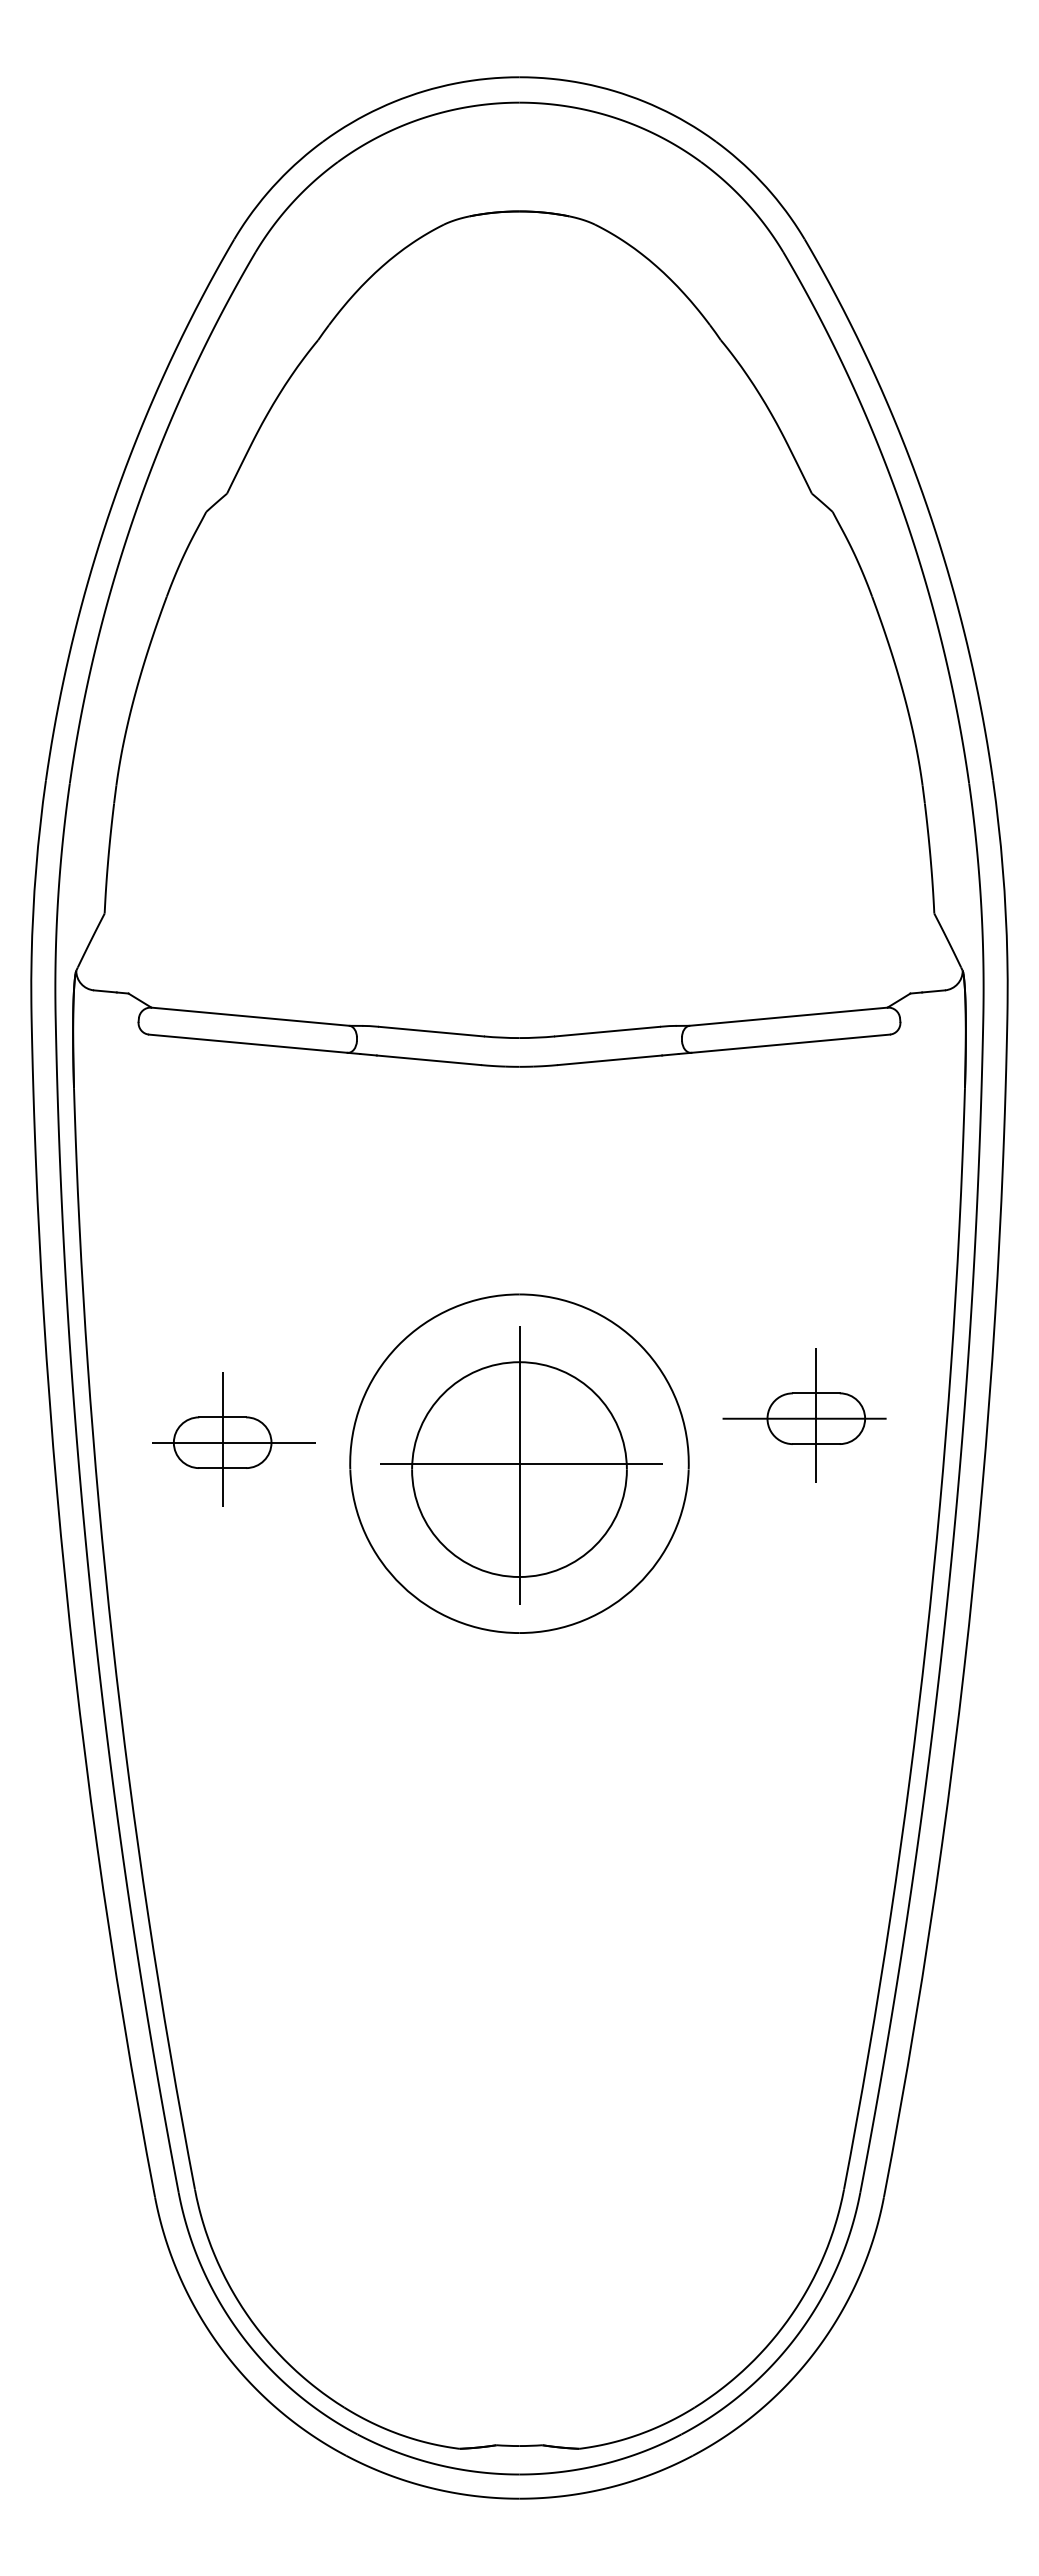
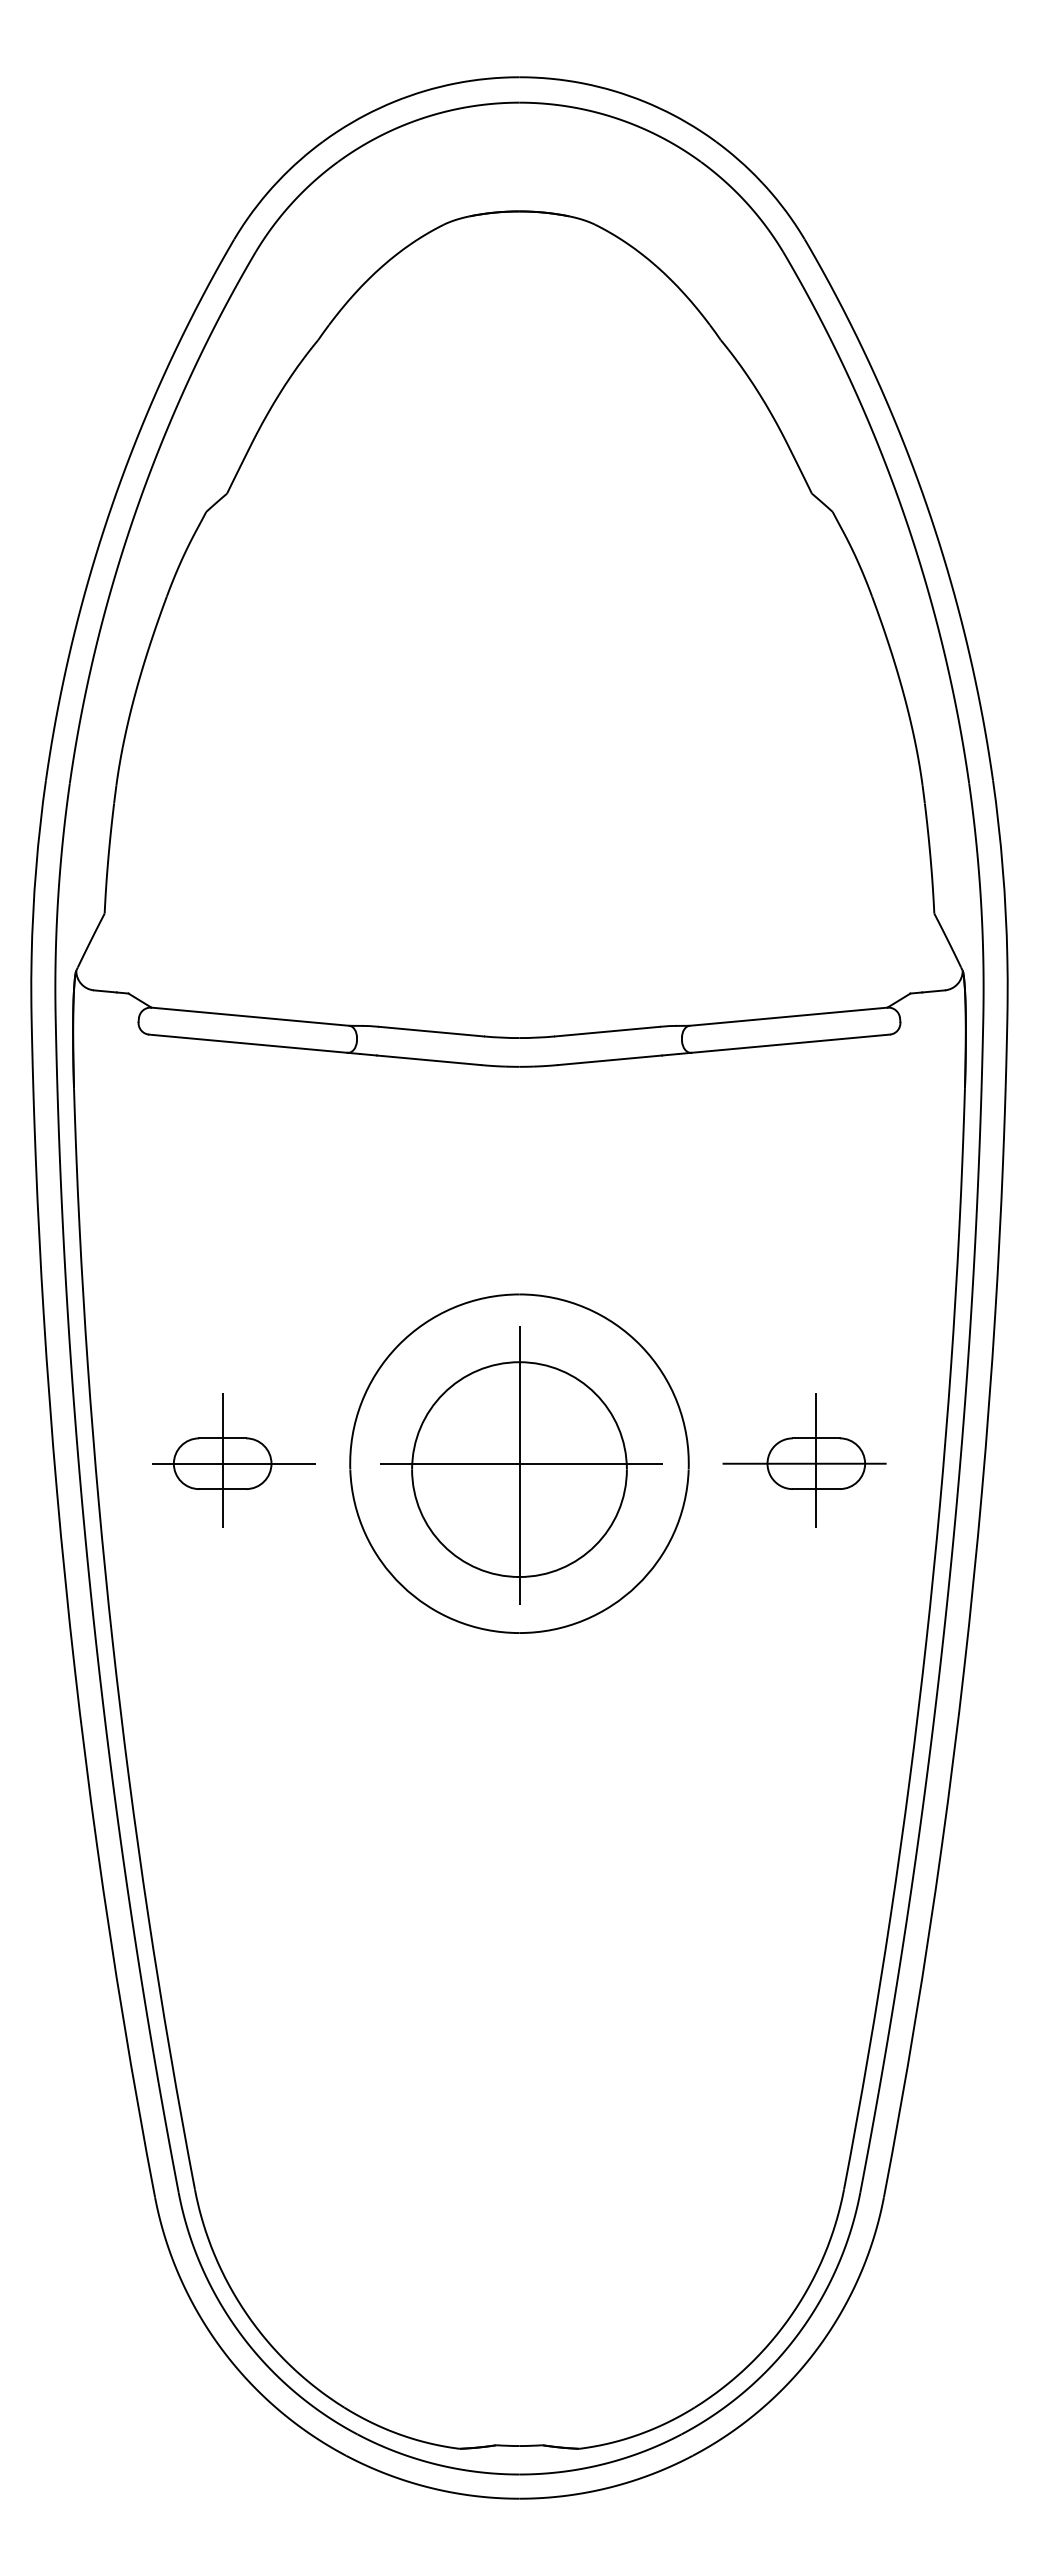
part at (804, 1415) position: (804, 1415) -> (804, 1460)
part at (233, 1439) position: (233, 1439) -> (233, 1460)
